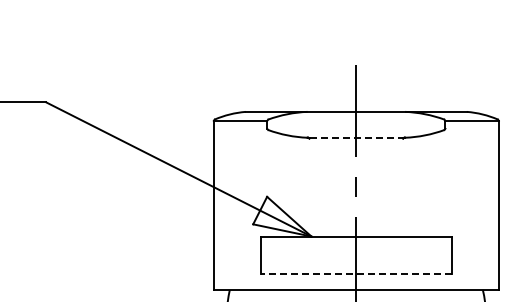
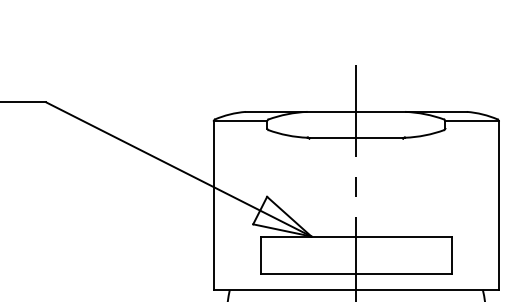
line at (355, 137): dashed -> solid
line at (355, 273): dashed -> solid
